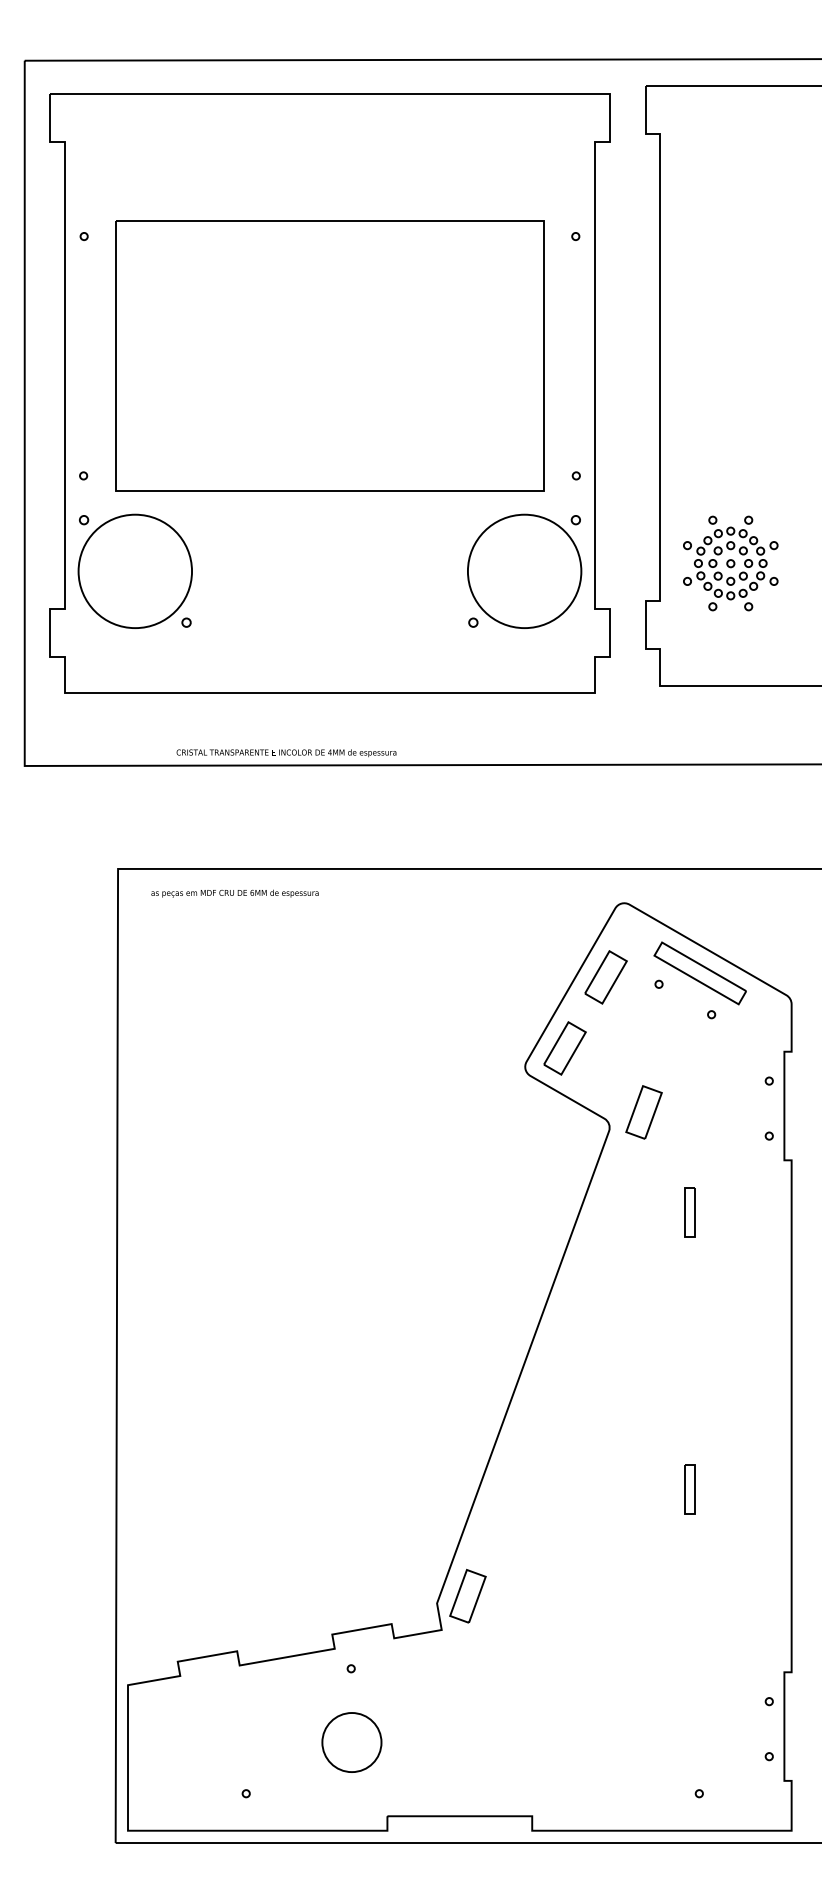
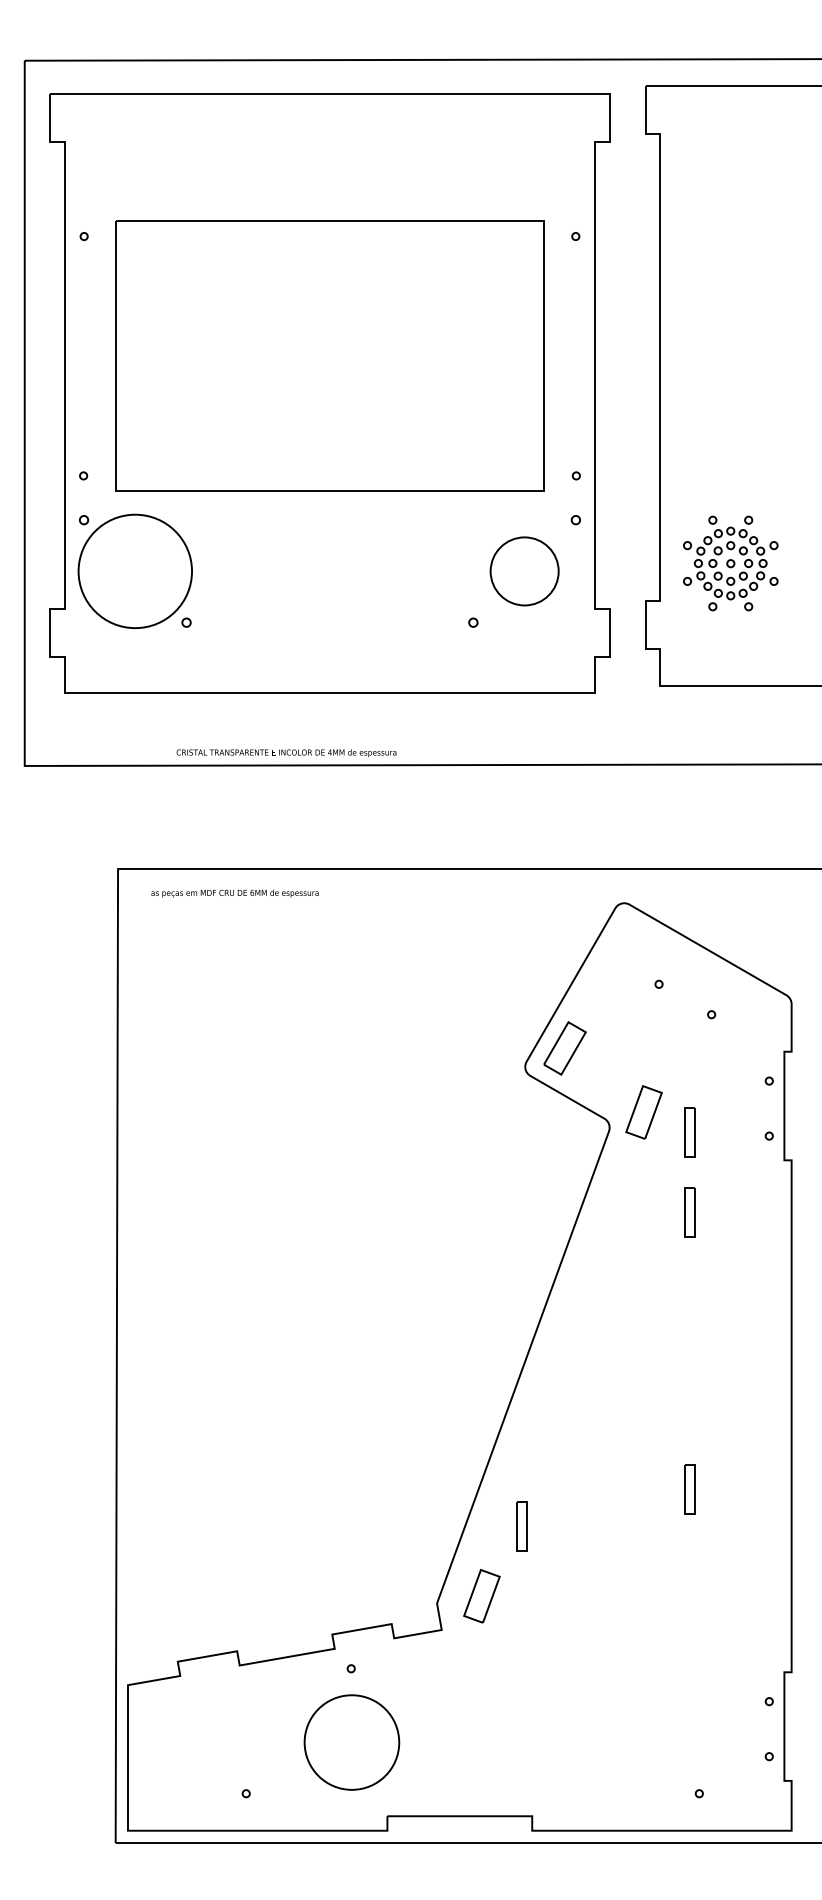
circle at (524, 571) diameter: 113 px -> 68 px
part at (699, 973): present -> none
part at (605, 977): present -> none
part at (689, 1132): none -> present
part at (521, 1526): none -> present
part at (467, 1595) position: (467, 1595) -> (481, 1595)
circle at (351, 1742) diameter: 59 px -> 95 px
